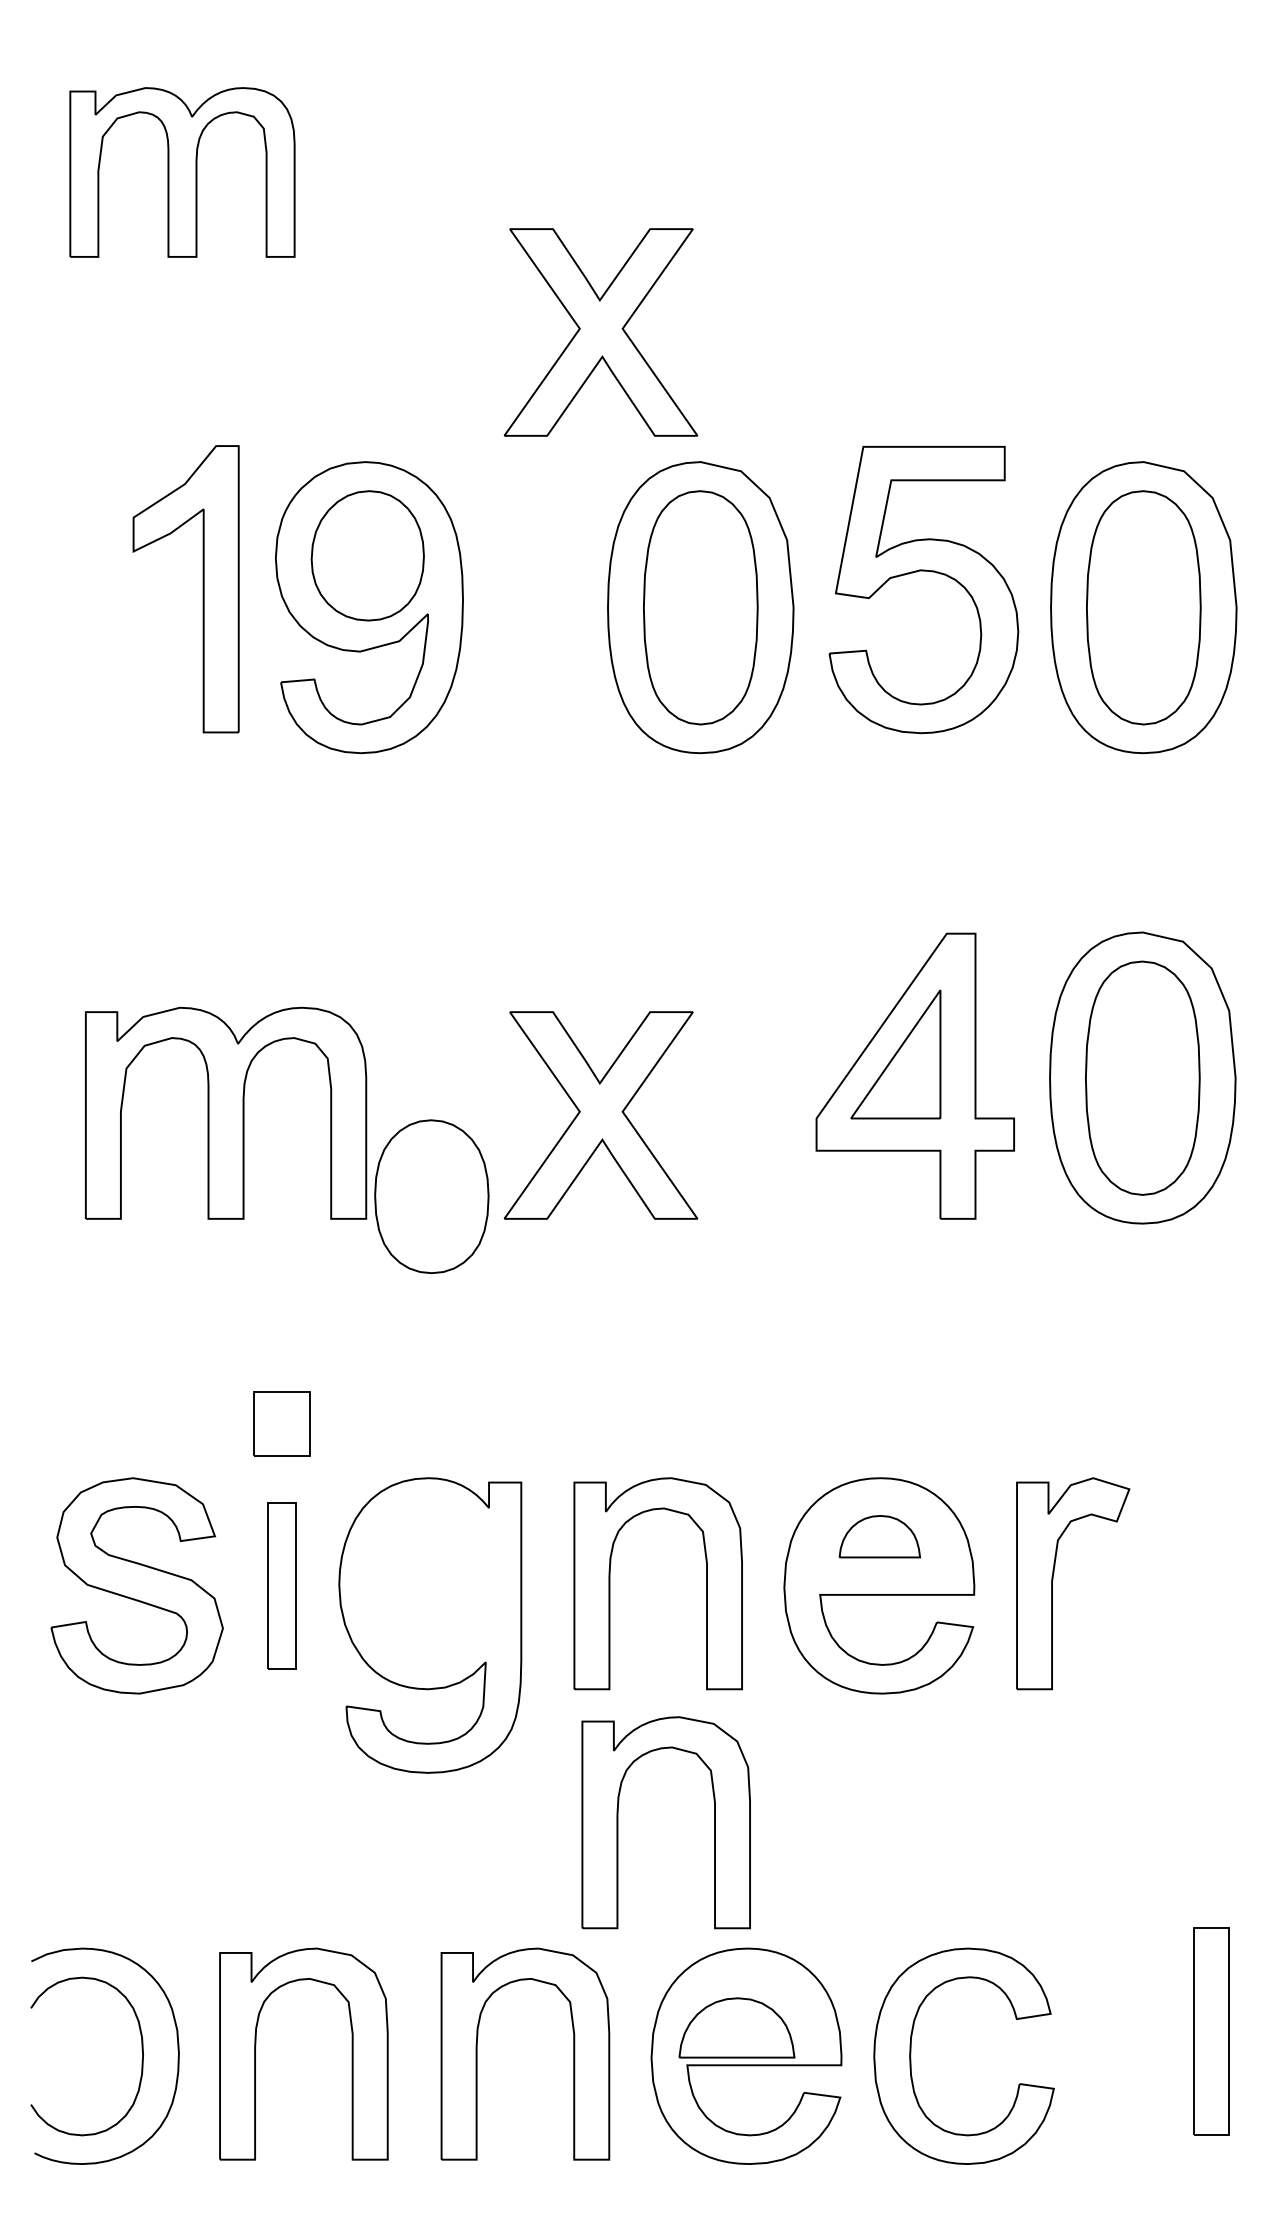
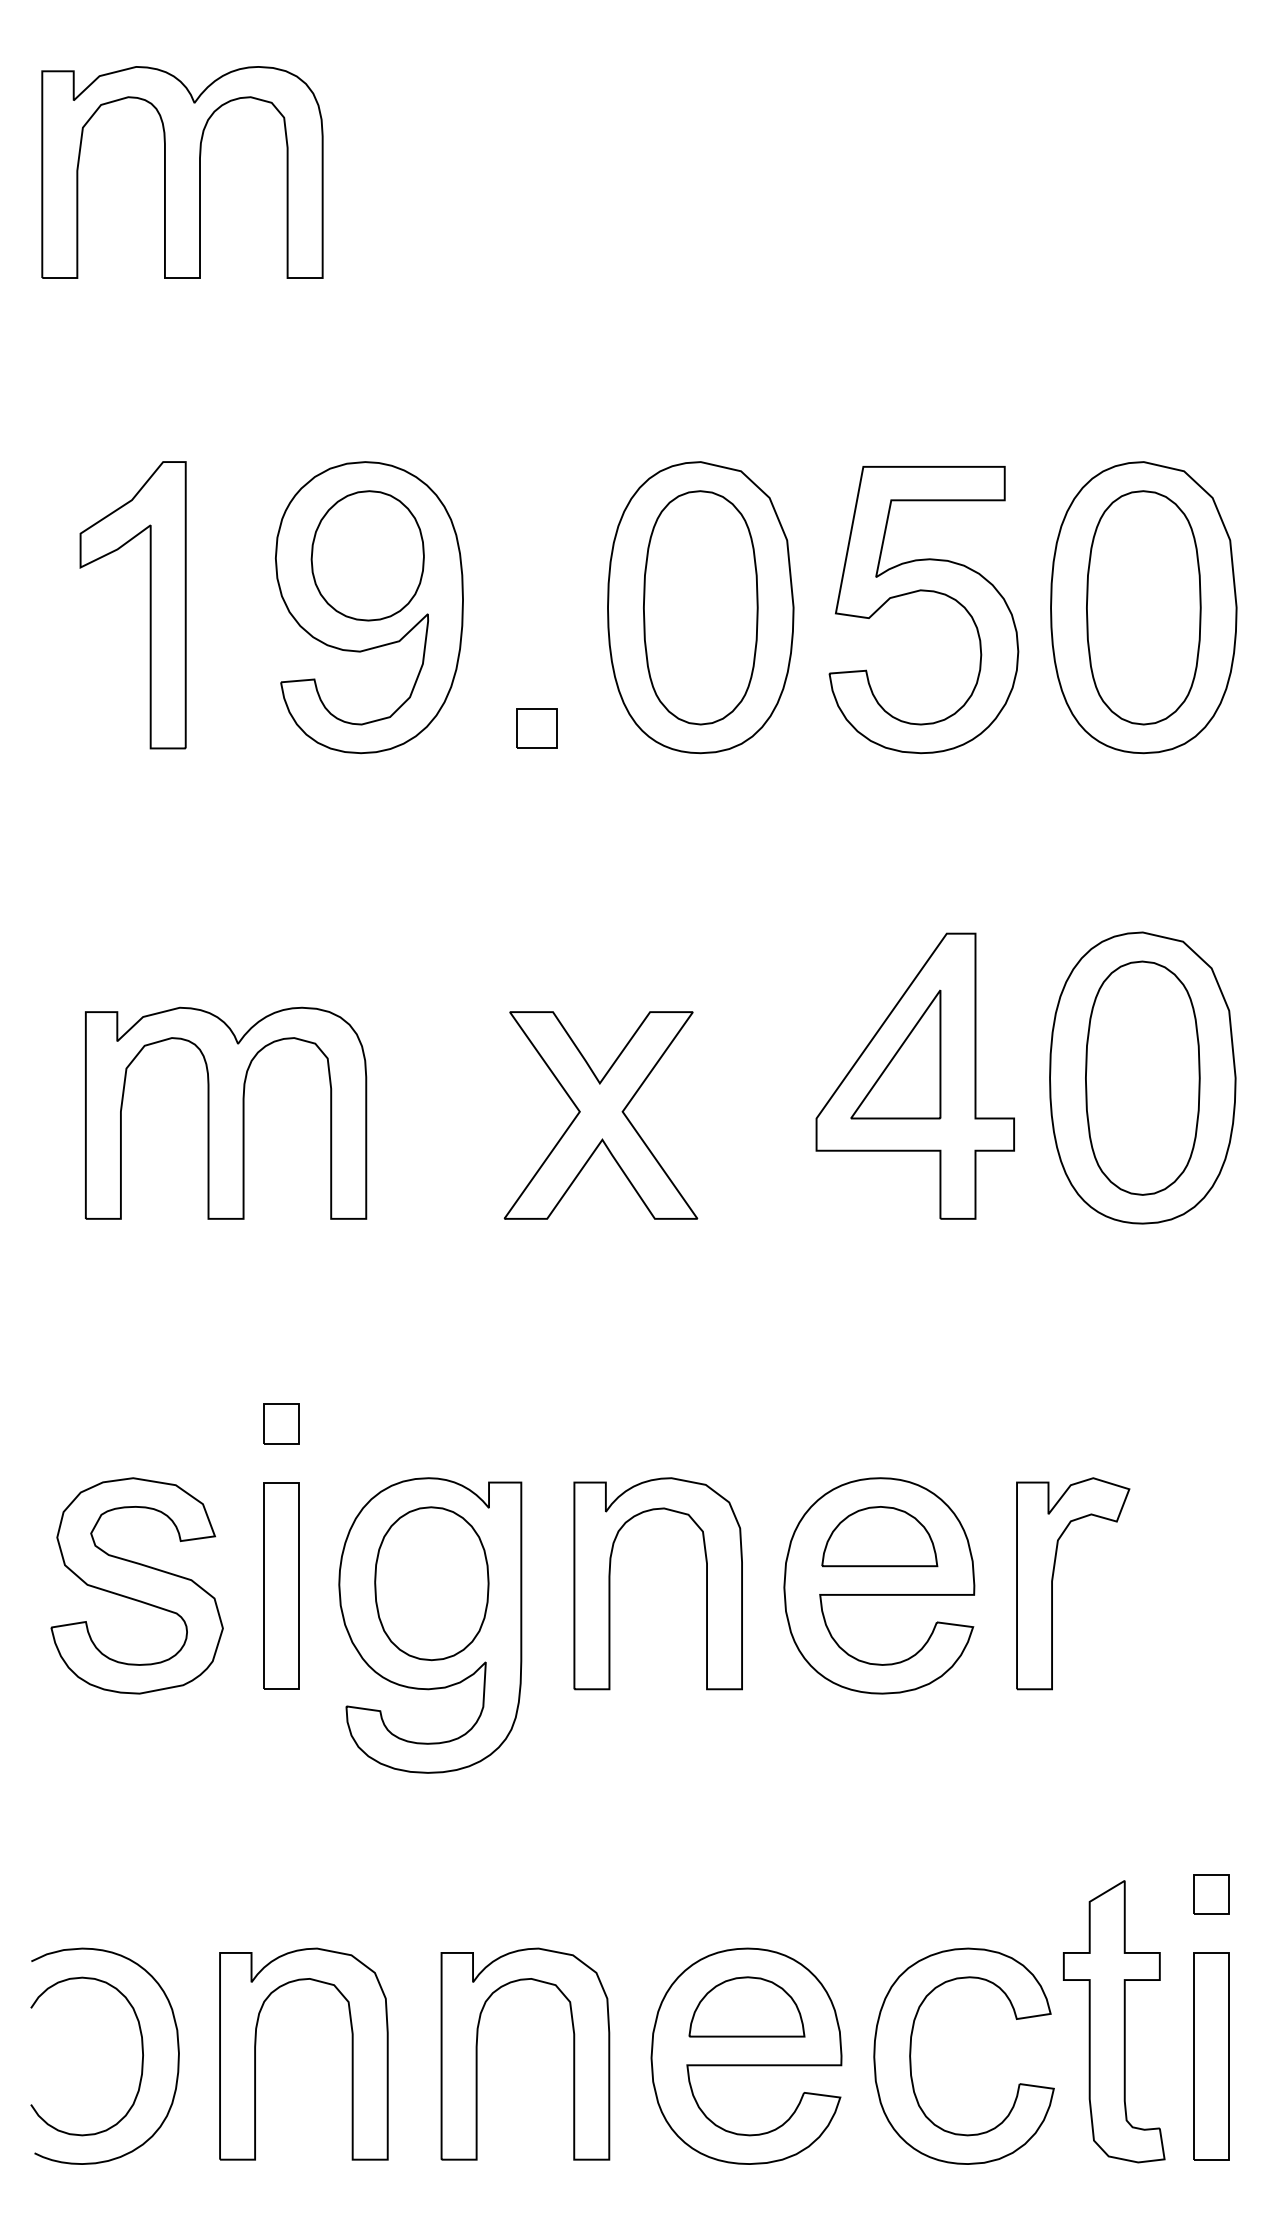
part at (182, 172) size: 227x171 px -> 283x213 px
part at (600, 332): present -> none
part at (923, 571) position: (923, 571) -> (923, 591)
part at (202, 589) position: (202, 589) -> (149, 605)
part at (536, 728): none -> present
part at (431, 1196) position: (431, 1196) -> (431, 1583)
part at (281, 1423) size: 58x66 px -> 37x42 px
part at (879, 1536) size: 83x44 px -> 118x62 px
part at (281, 1585) size: 30x168 px -> 37x208 px
part at (618, 1822): present -> none
part at (1211, 1894): none -> present
part at (1114, 2021): none -> present
part at (736, 2027) position: (736, 2027) -> (746, 2006)
part at (1211, 2031) position: (1211, 2031) -> (1211, 2056)
